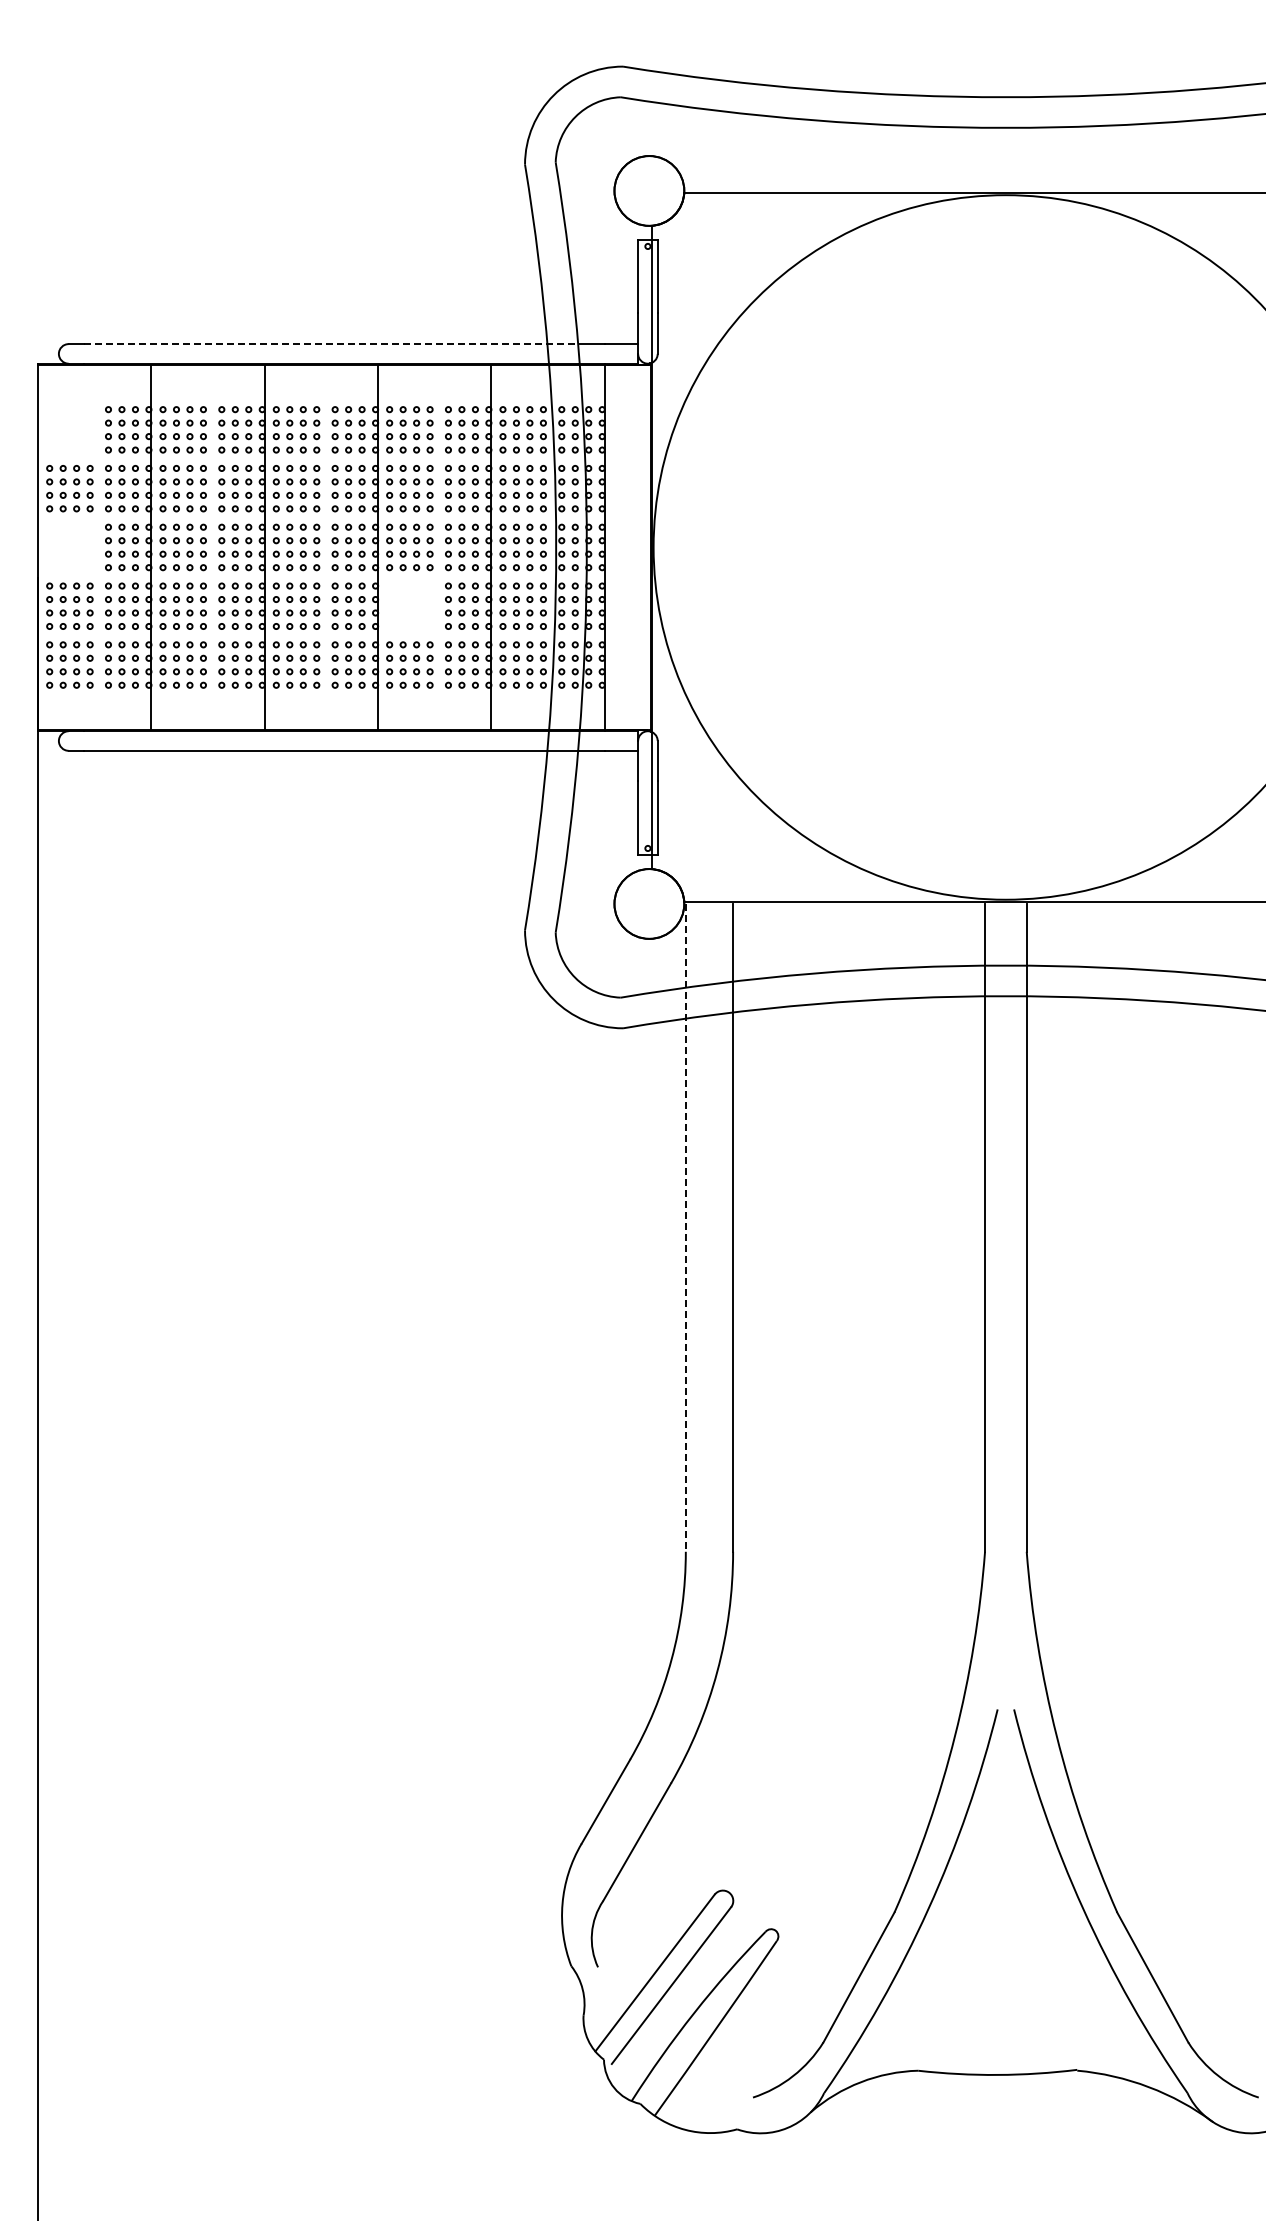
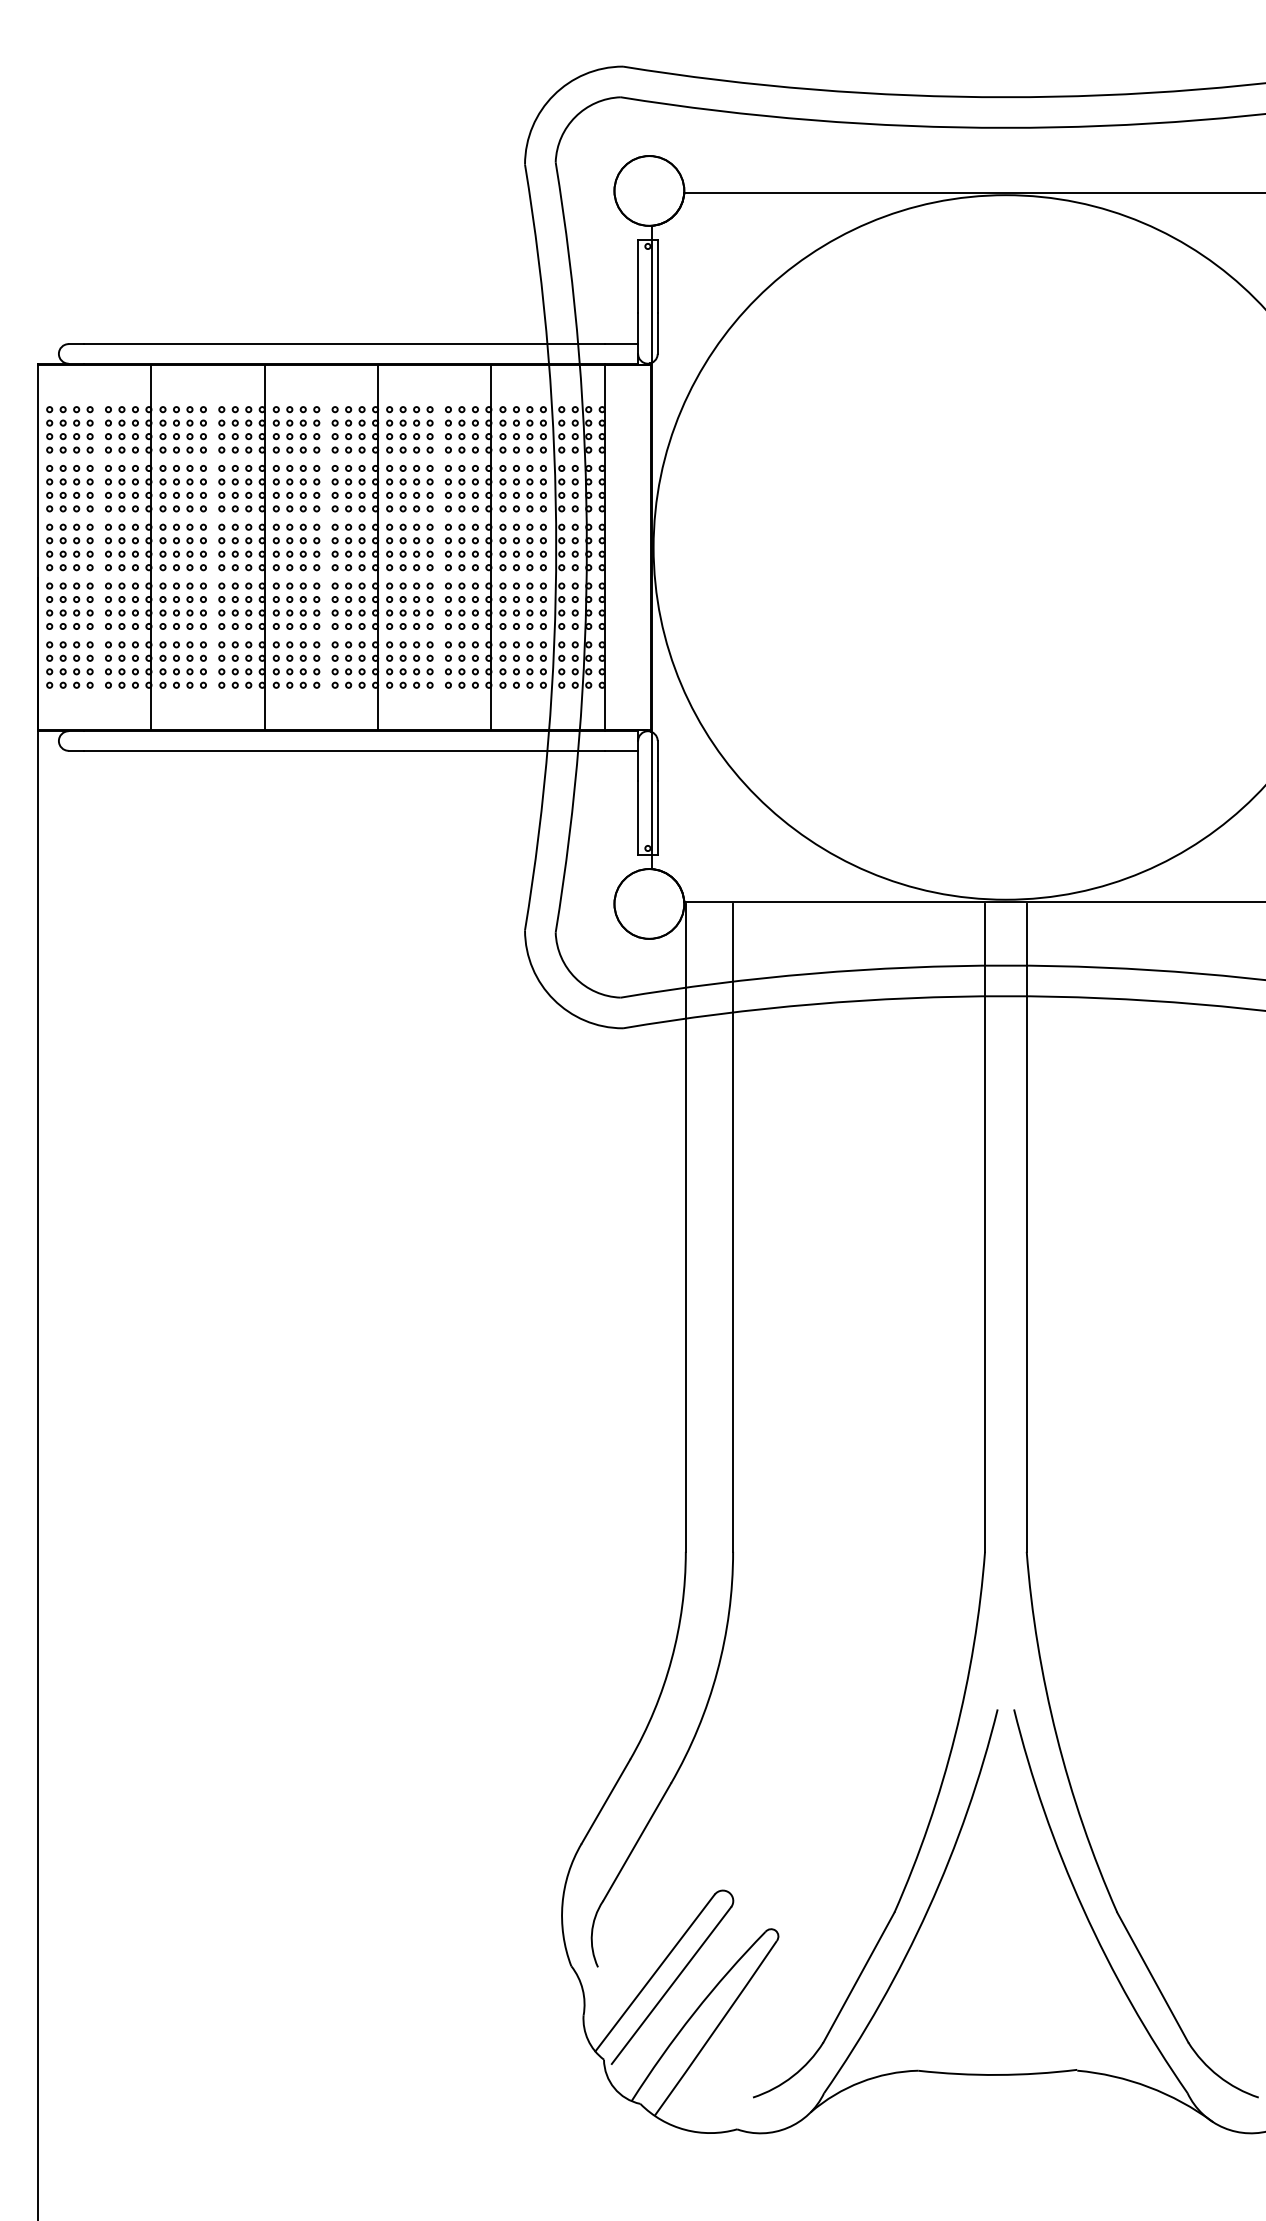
line at (331, 344): dashed -> solid
part at (69, 429): none -> present
part at (69, 547): none -> present
part at (409, 605): none -> present
line at (685, 1227): dashed -> solid
